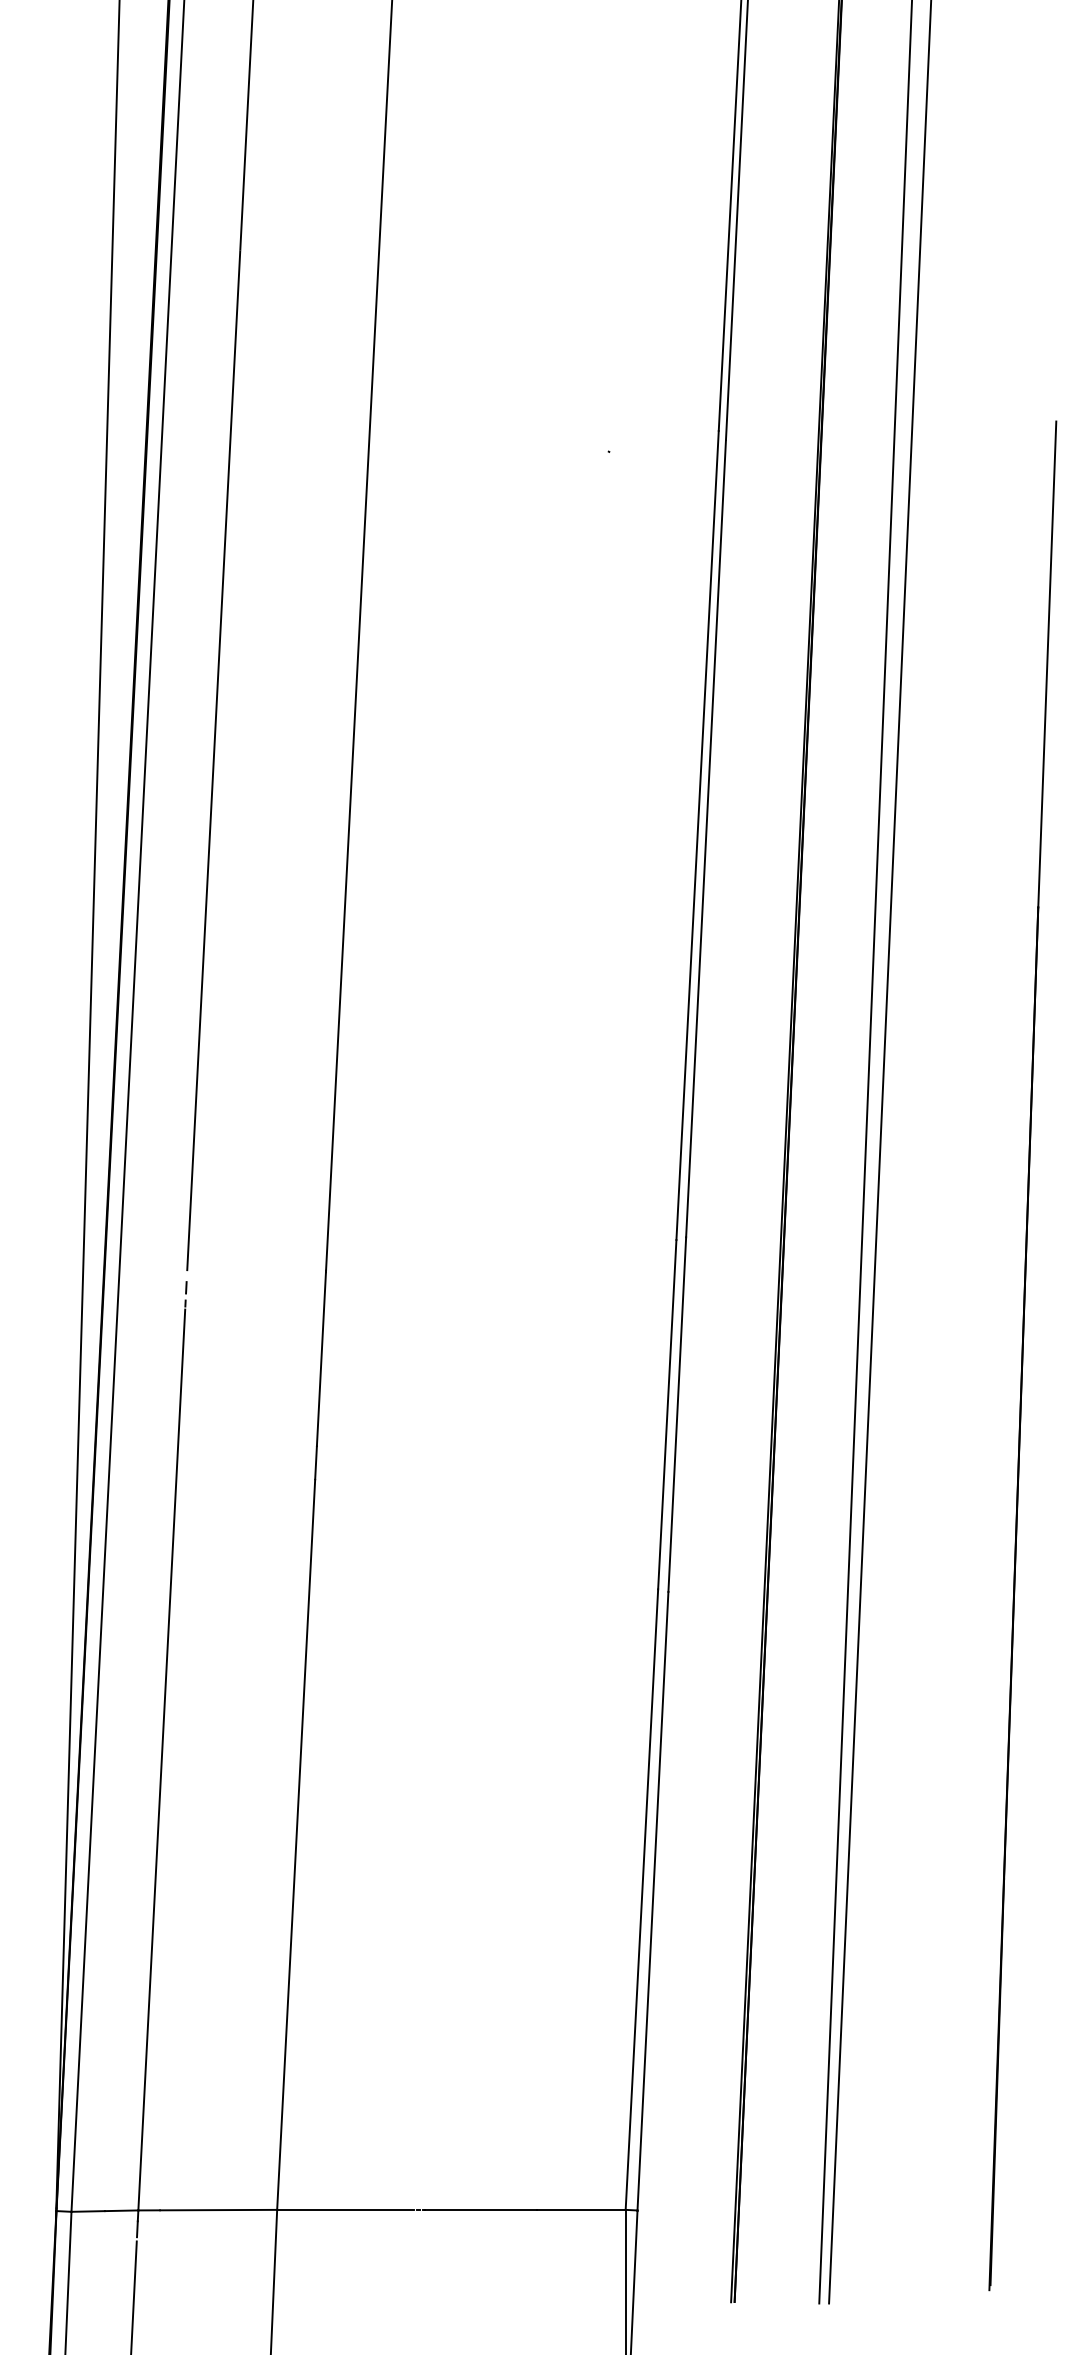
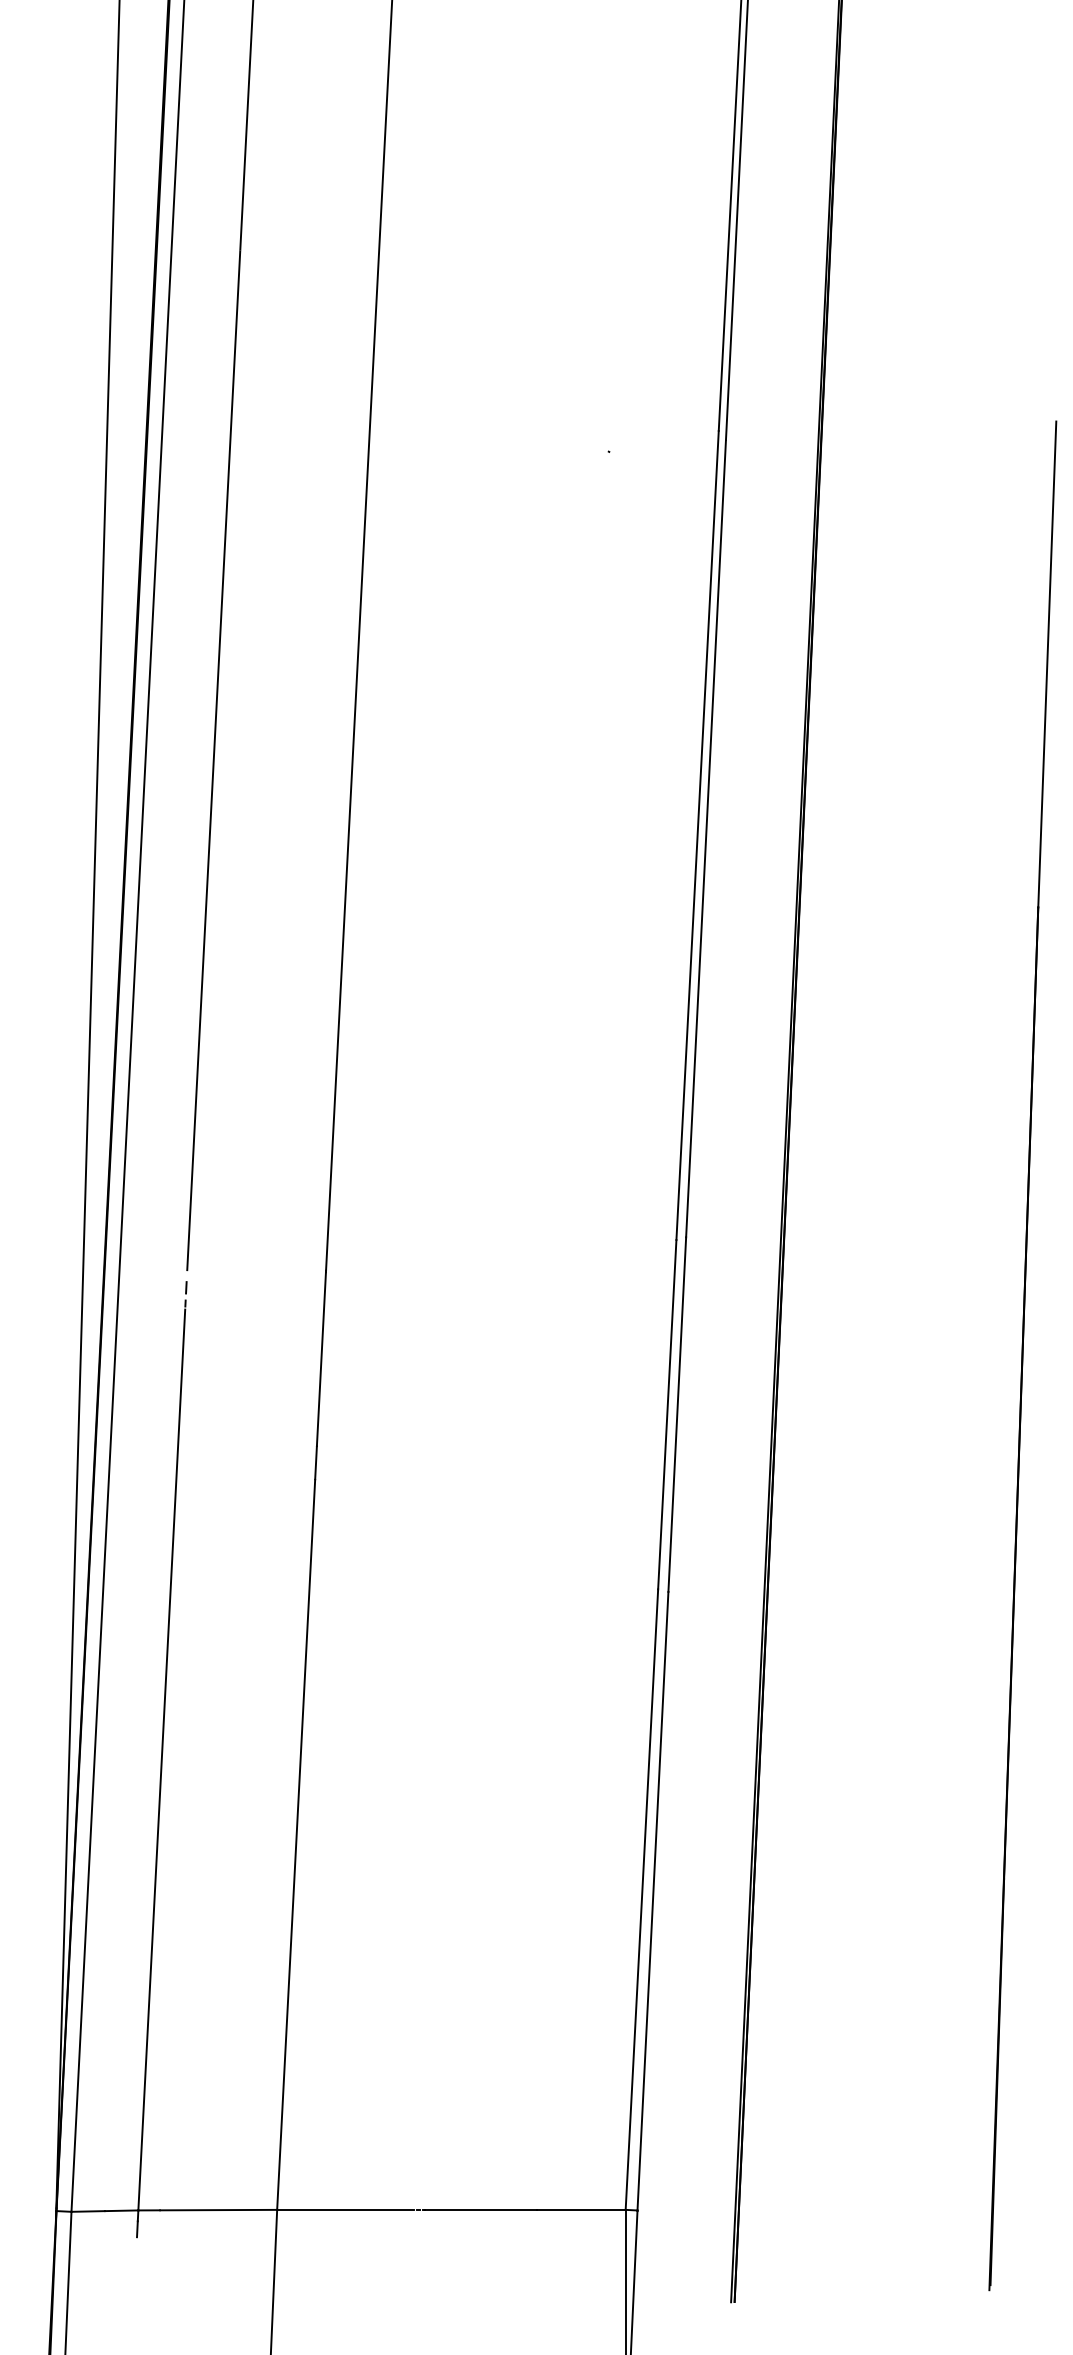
line at (865, 1152): present -> none
line at (880, 1152): present -> none
line at (133, 2296): present -> none
